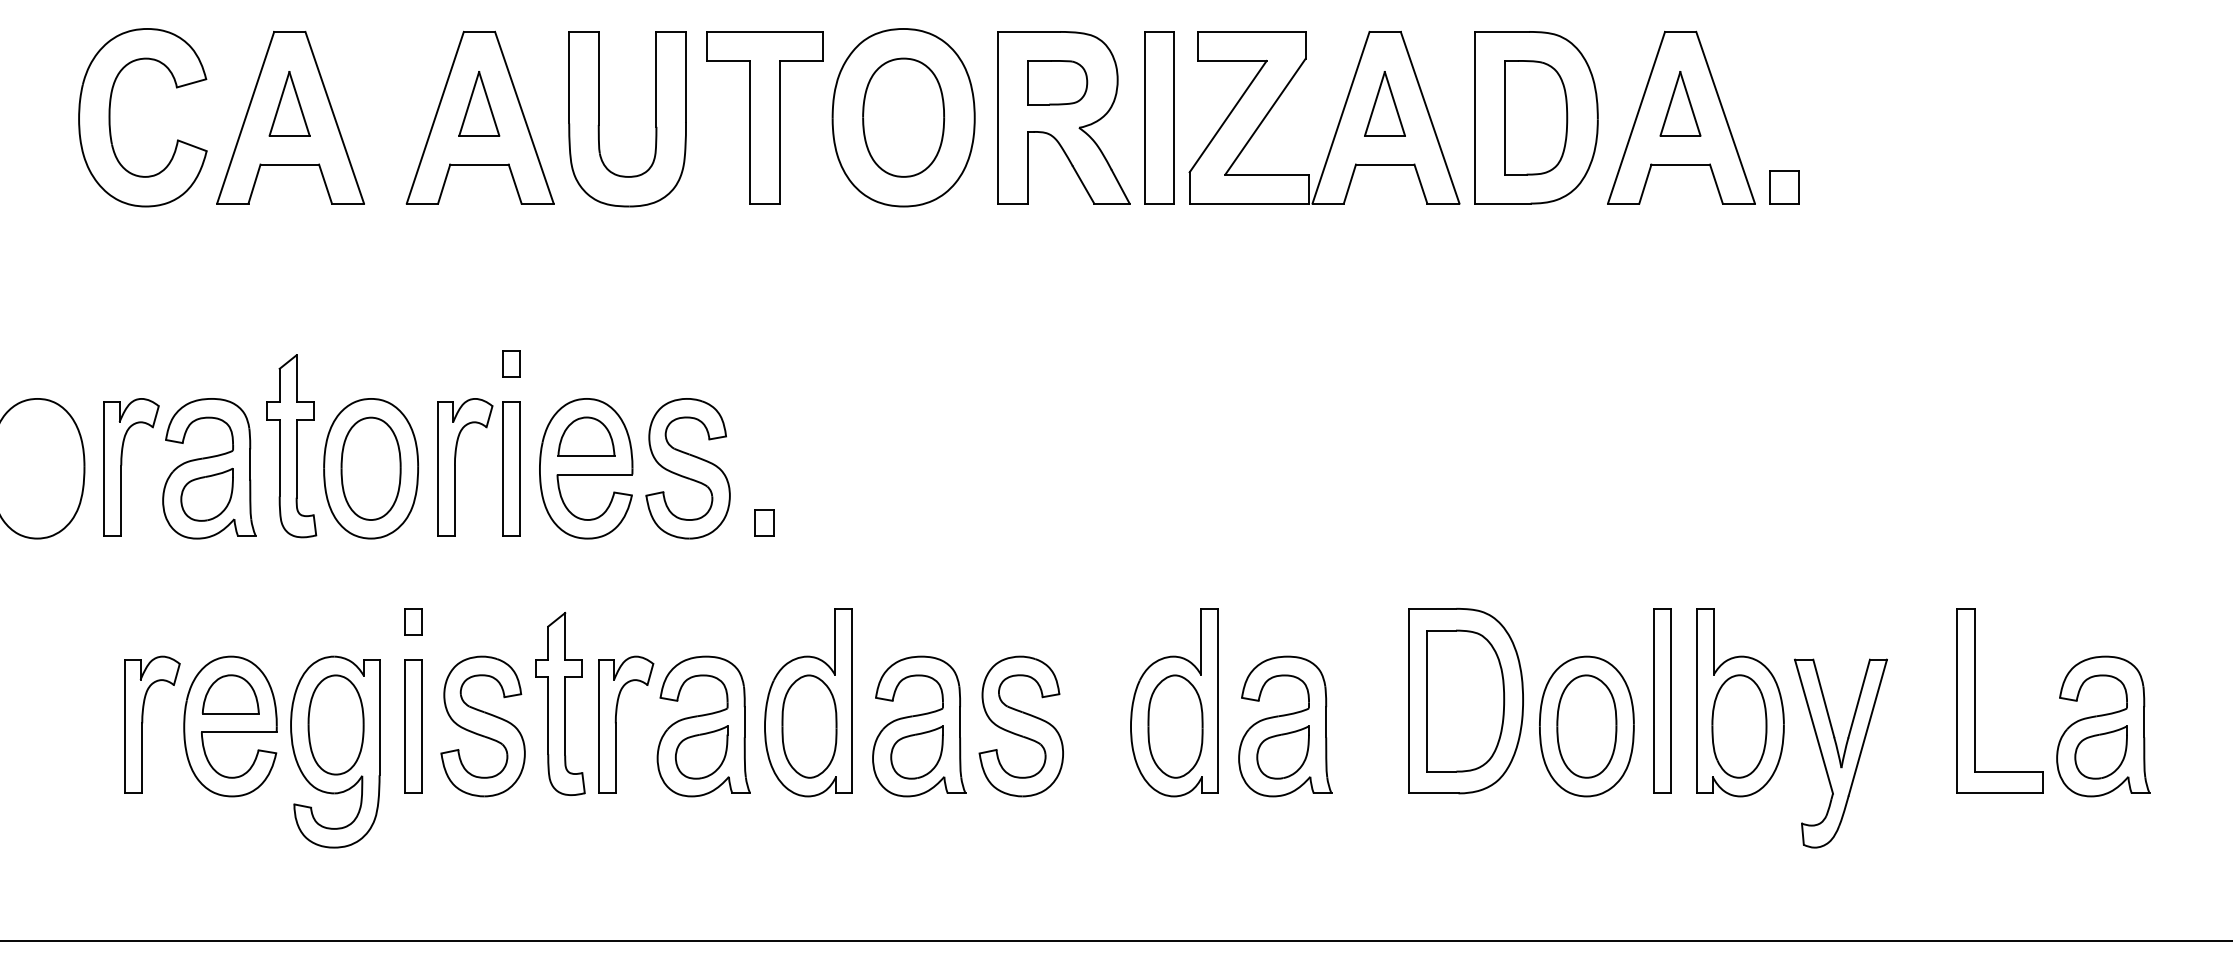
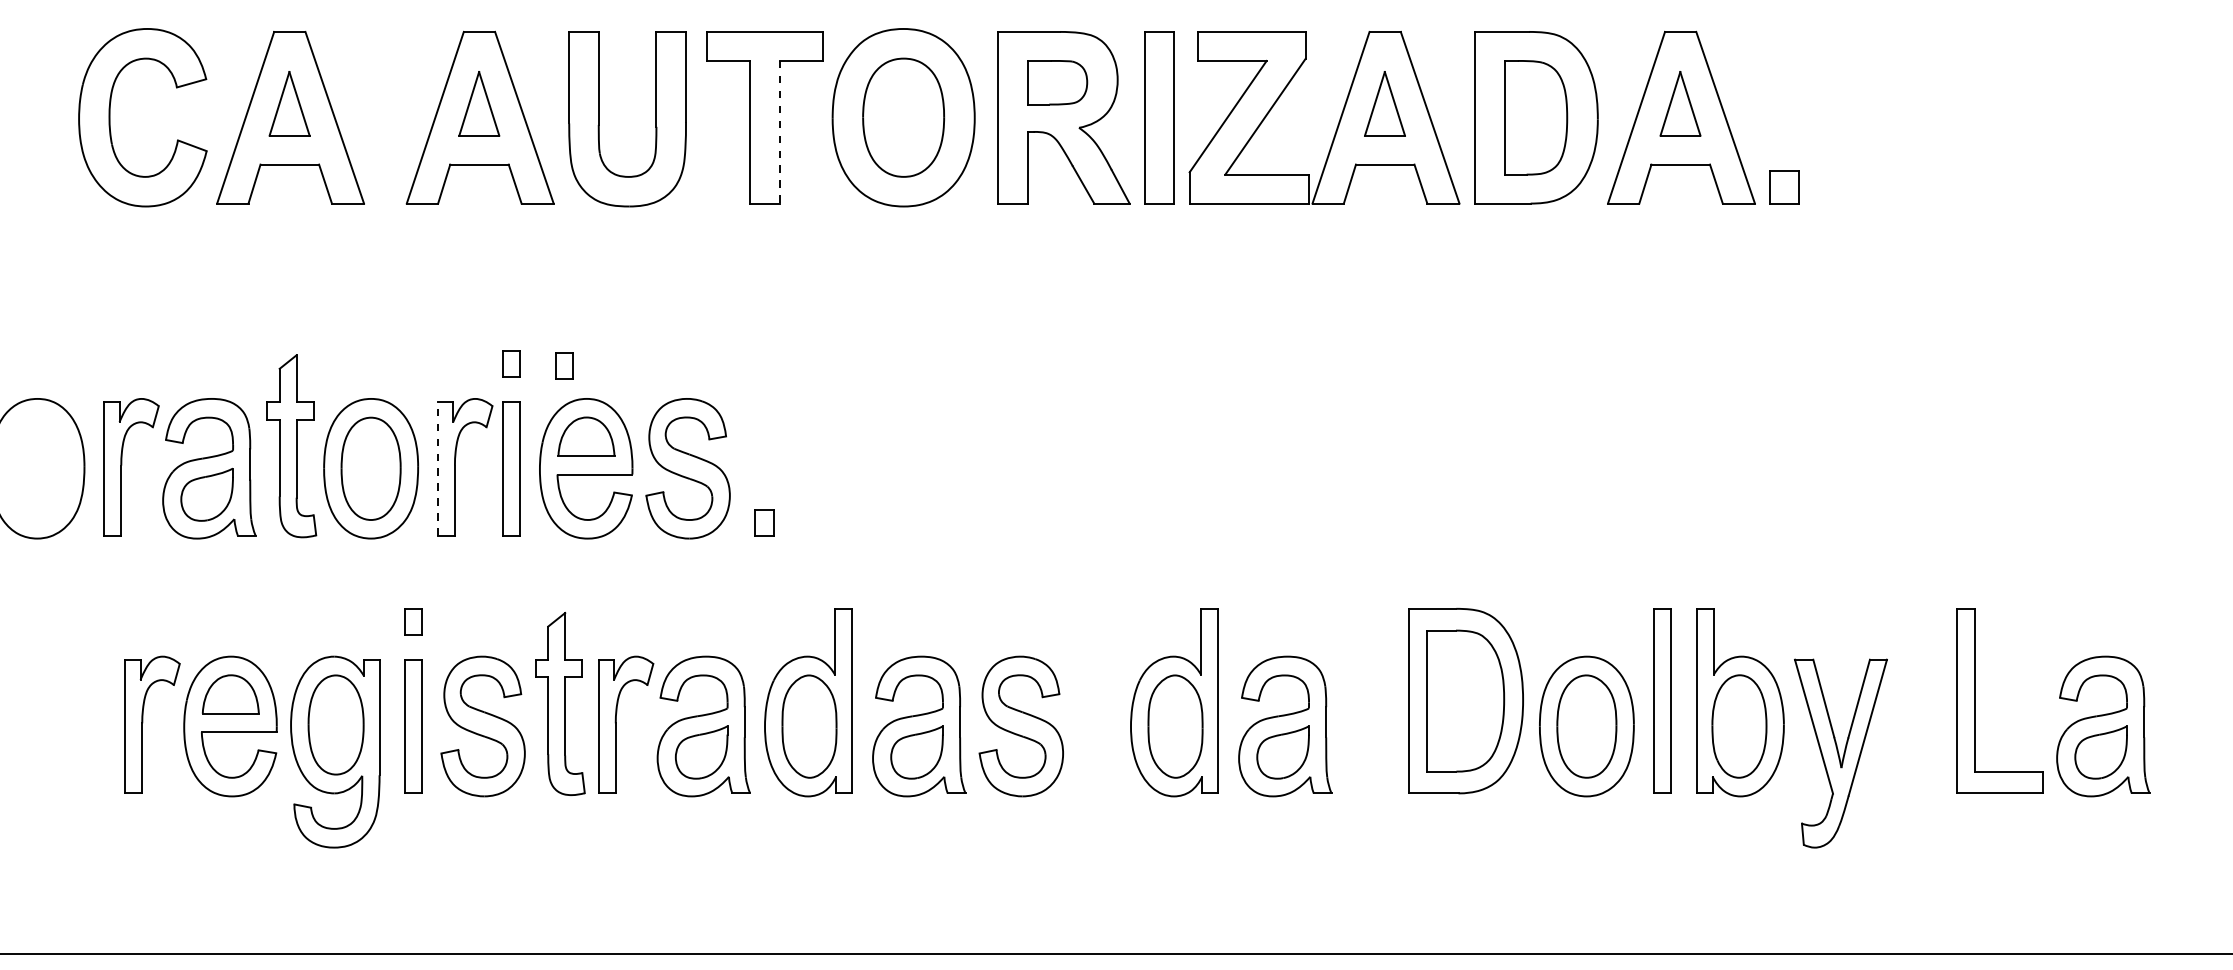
line at (779, 132): solid -> dashed
part at (564, 365): none -> present
line at (437, 468): solid -> dashed
line at (1115, 941) position: (1115, 941) -> (1115, 954)
